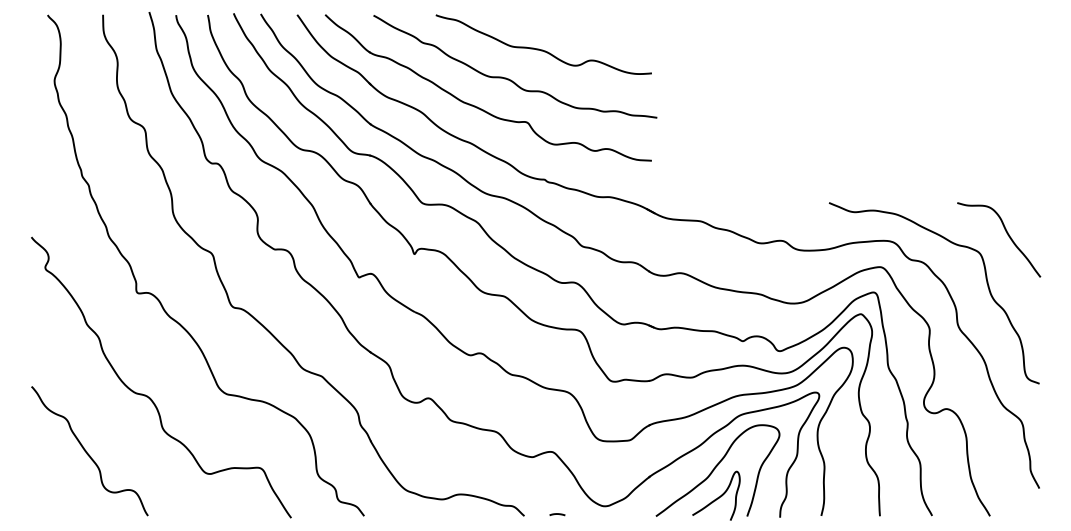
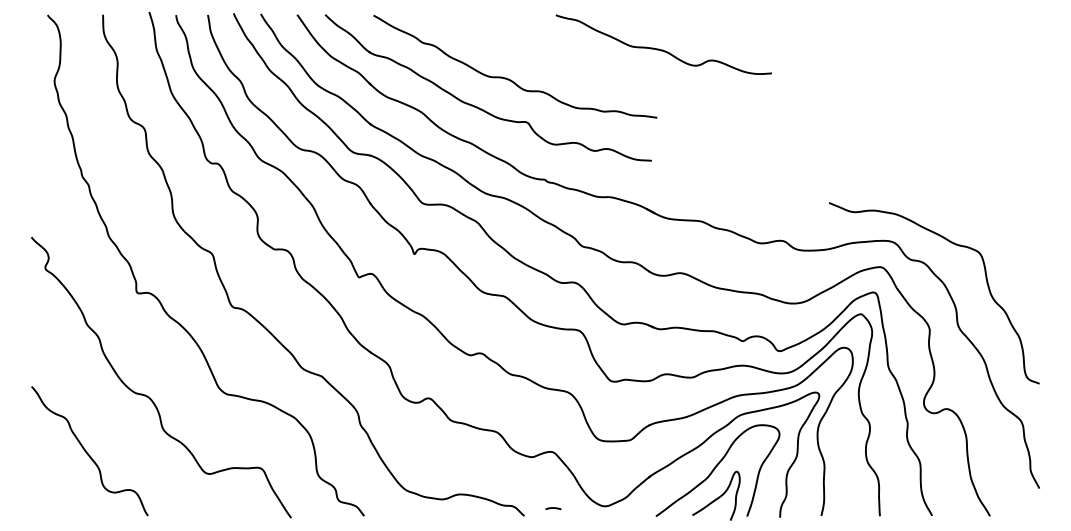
curve at (542, 49) position: (542, 49) -> (662, 49)
curve at (1007, 235): present -> none
line at (557, 514) position: (557, 514) -> (553, 508)
